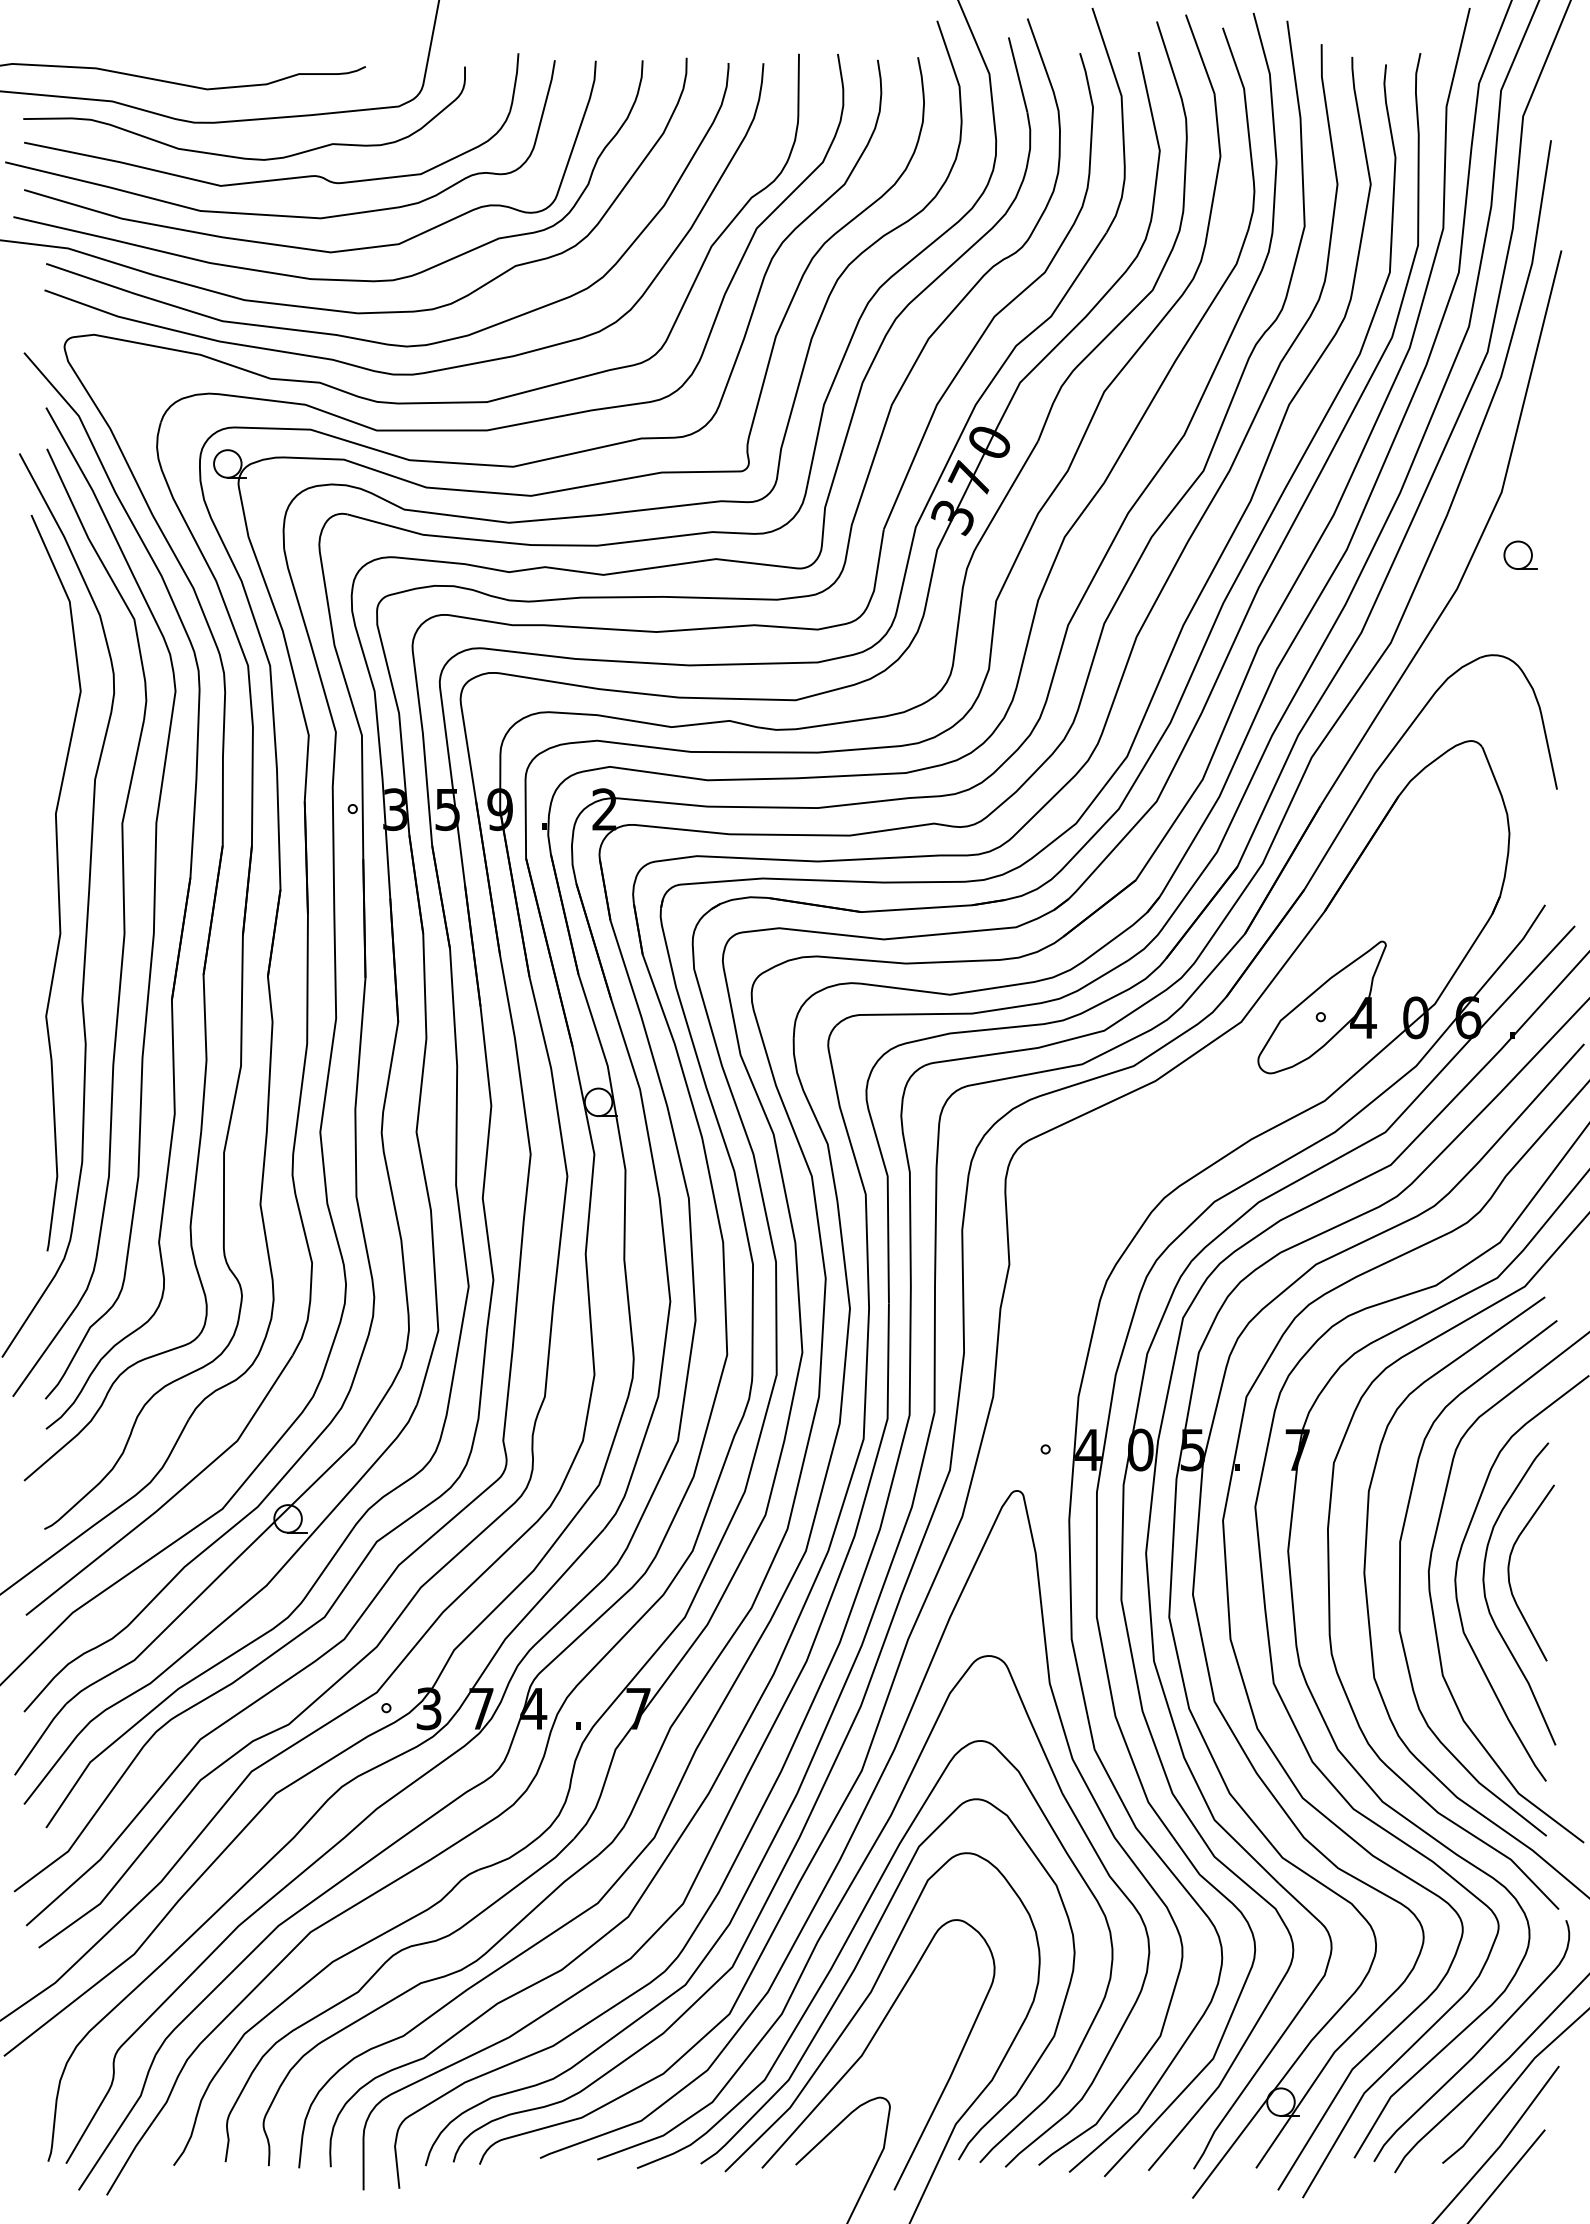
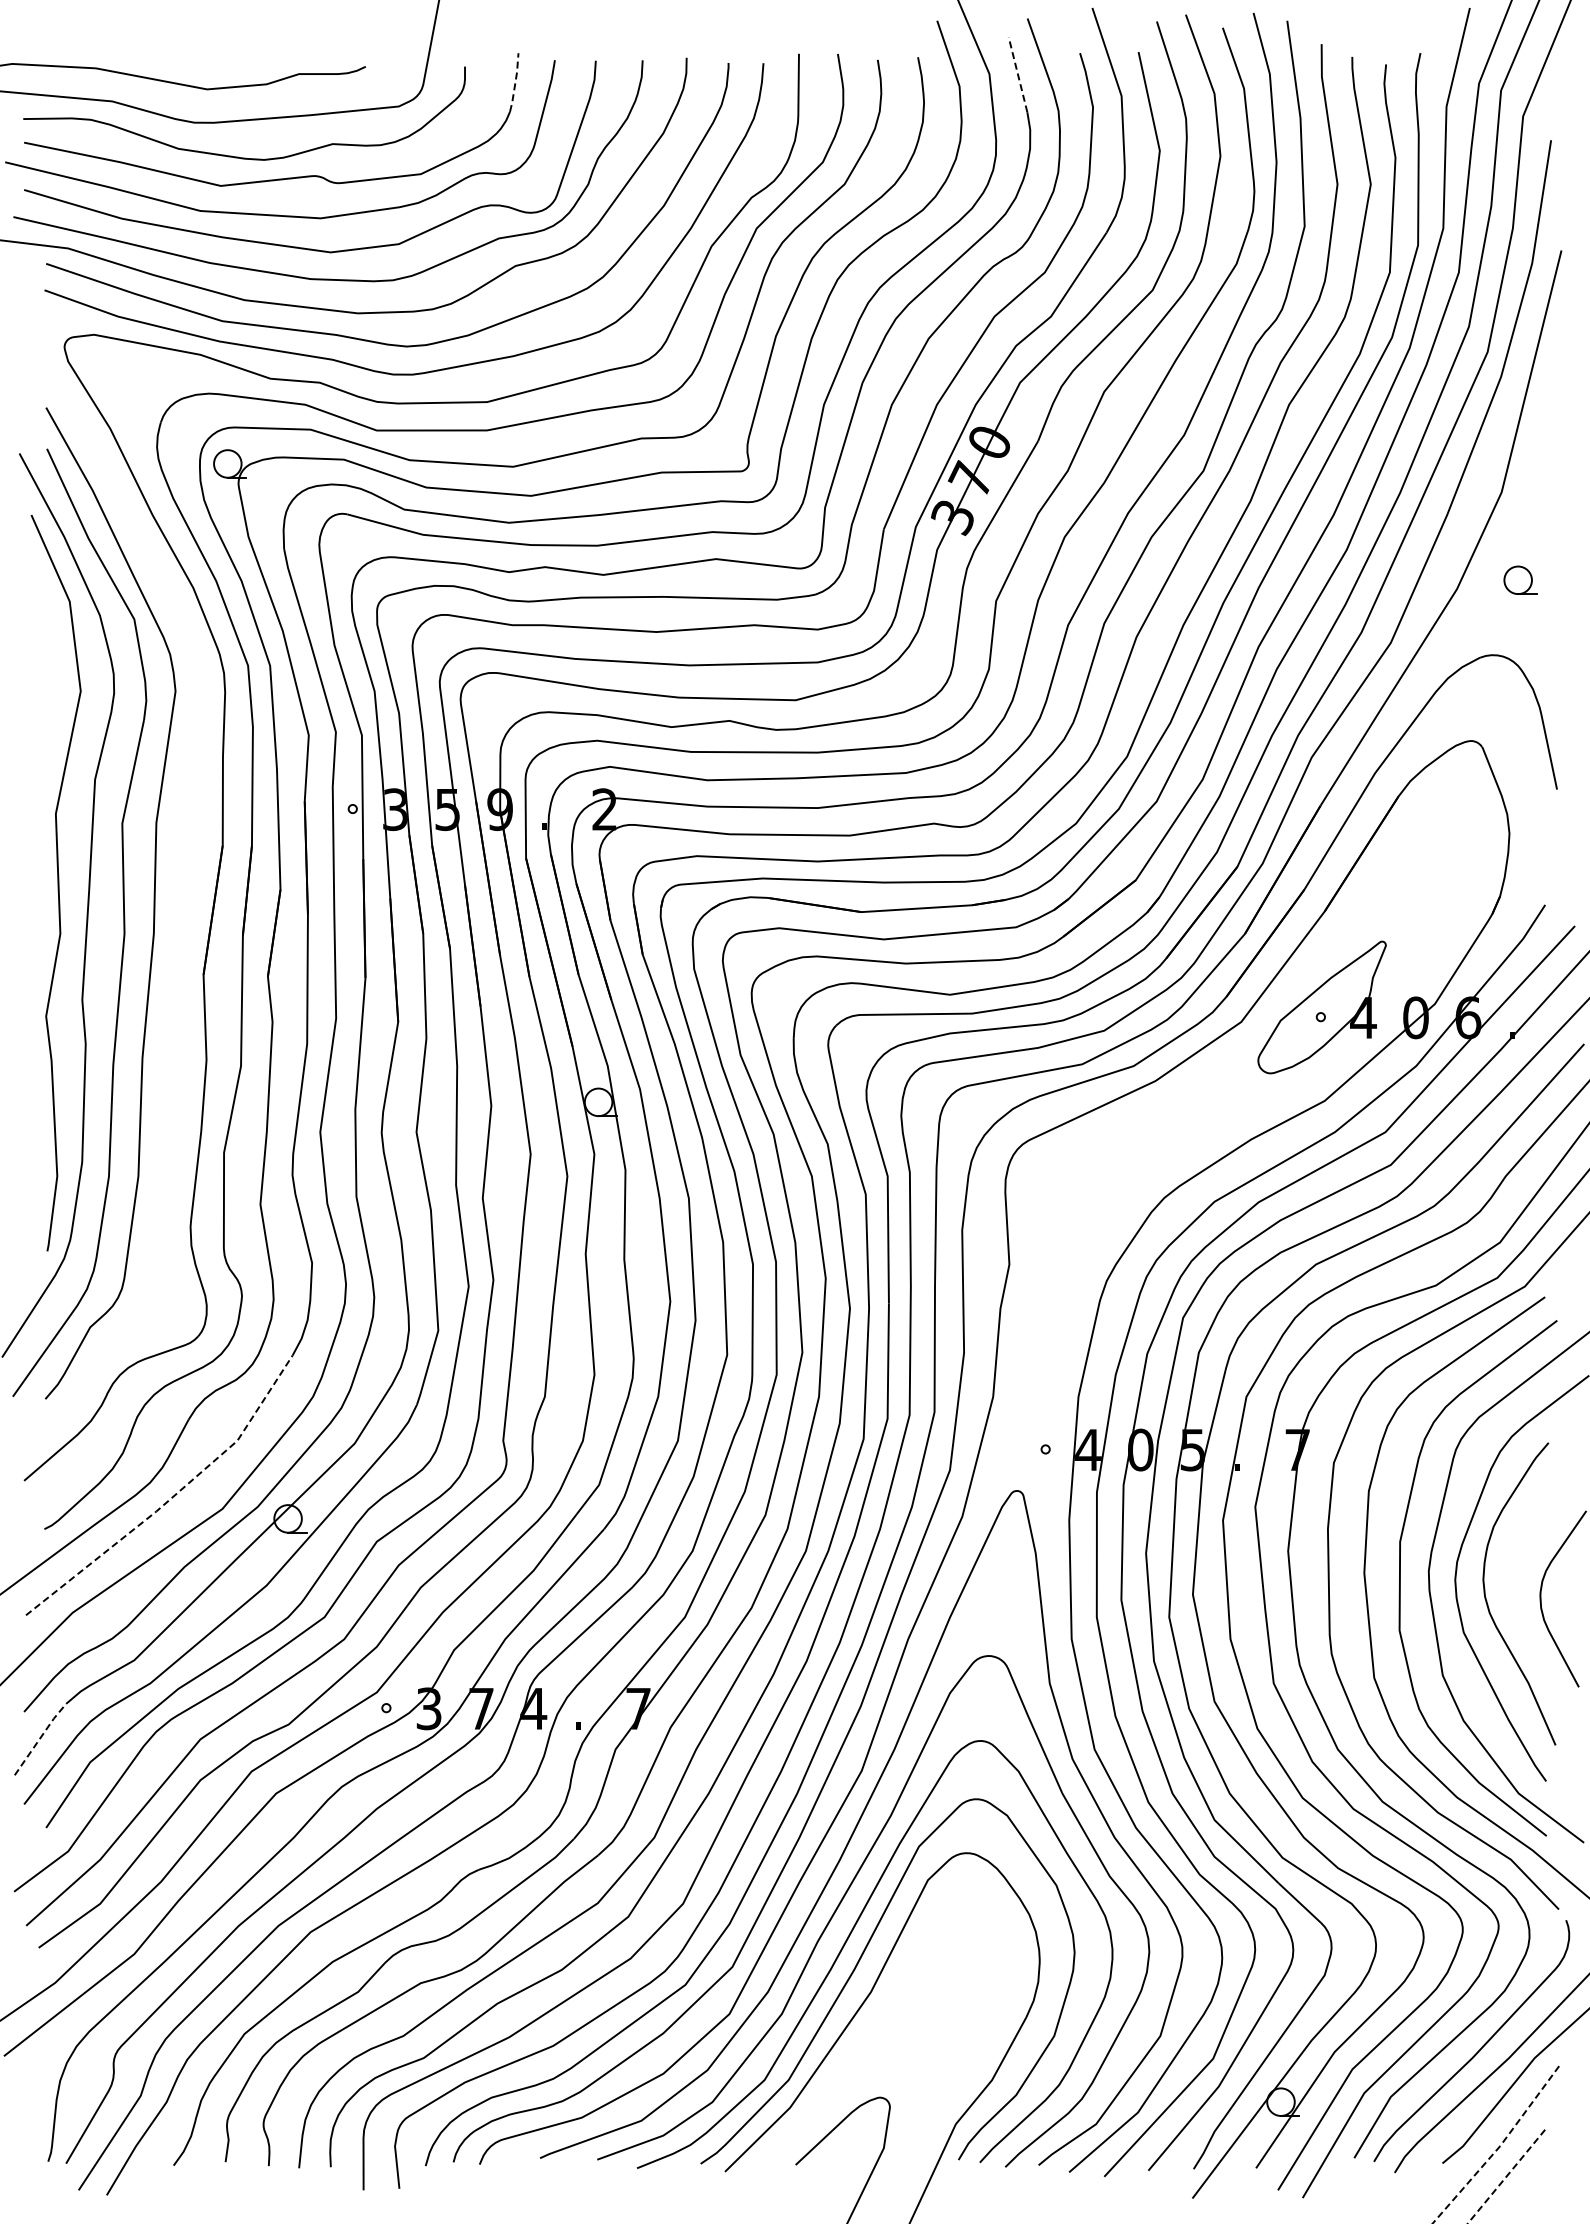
line at (1018, 74): solid -> dashed
line at (515, 82): solid -> dashed
part at (1520, 554) position: (1520, 554) -> (1520, 579)
part at (185, 901): present -> none
line at (172, 1497): solid -> dashed
curve at (1509, 1572) position: (1509, 1572) -> (1541, 1598)
line at (40, 1738): solid -> dashed
curve at (867, 2048): present -> none
line at (1498, 2147): solid -> dashed
line at (1506, 2176): solid -> dashed
